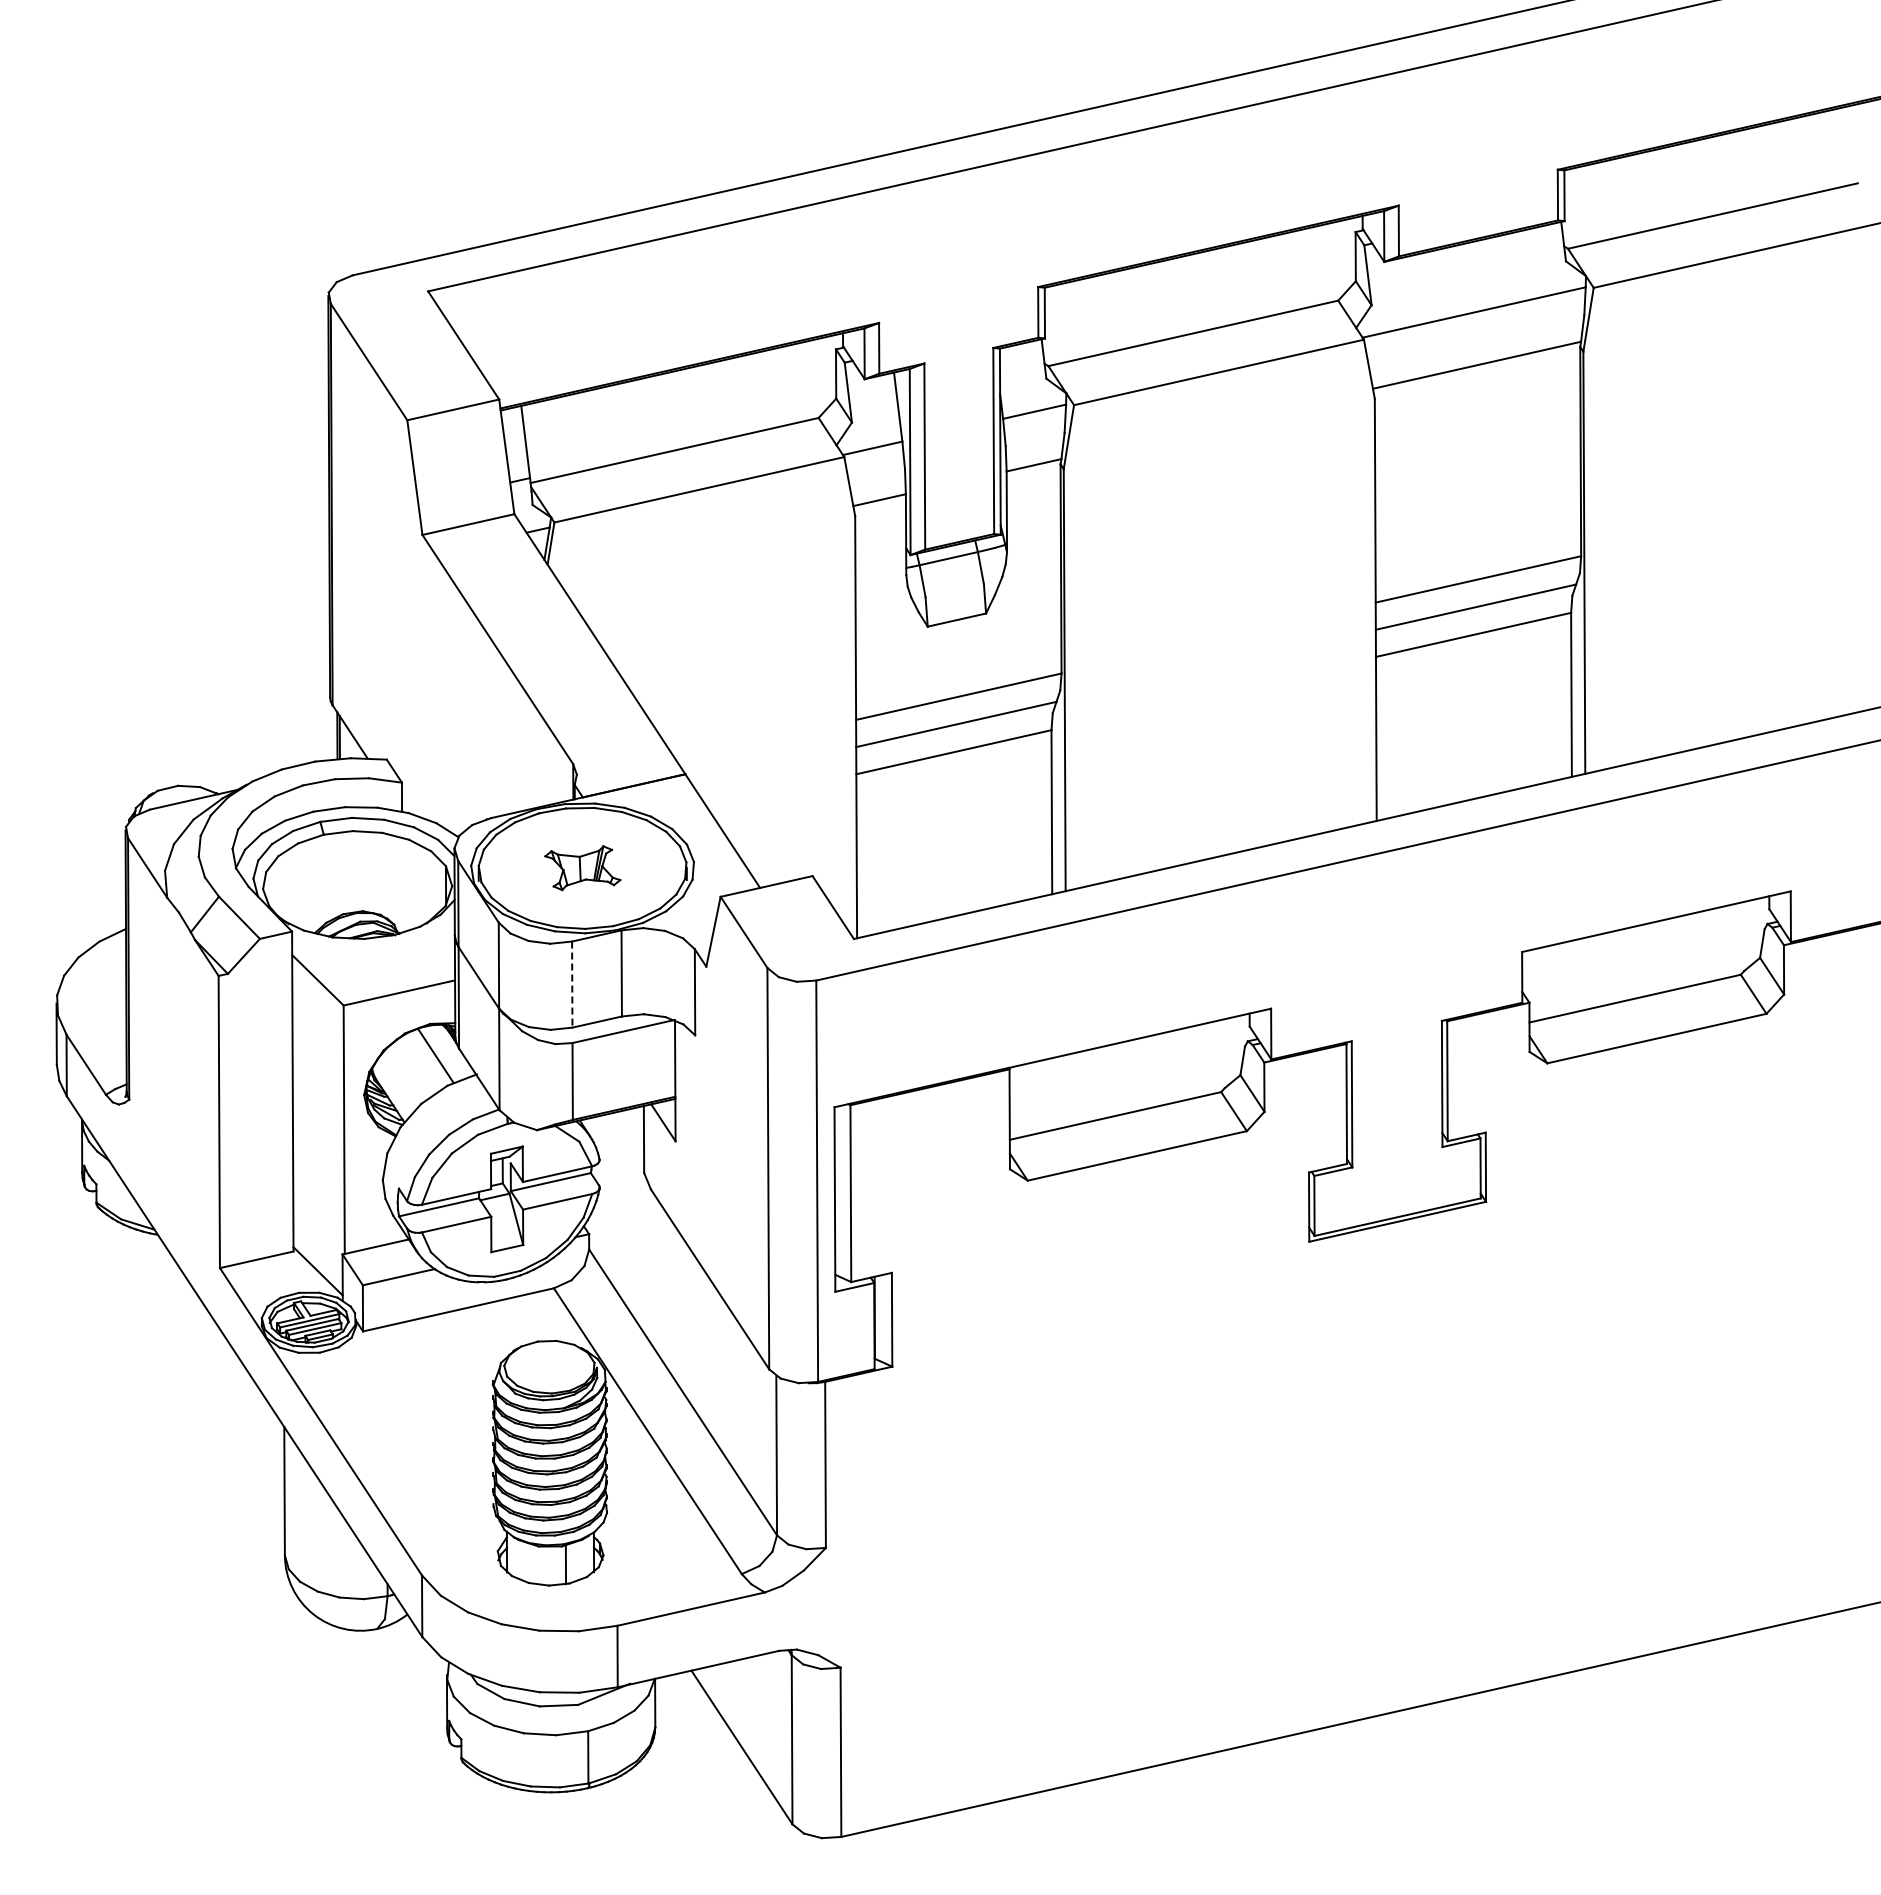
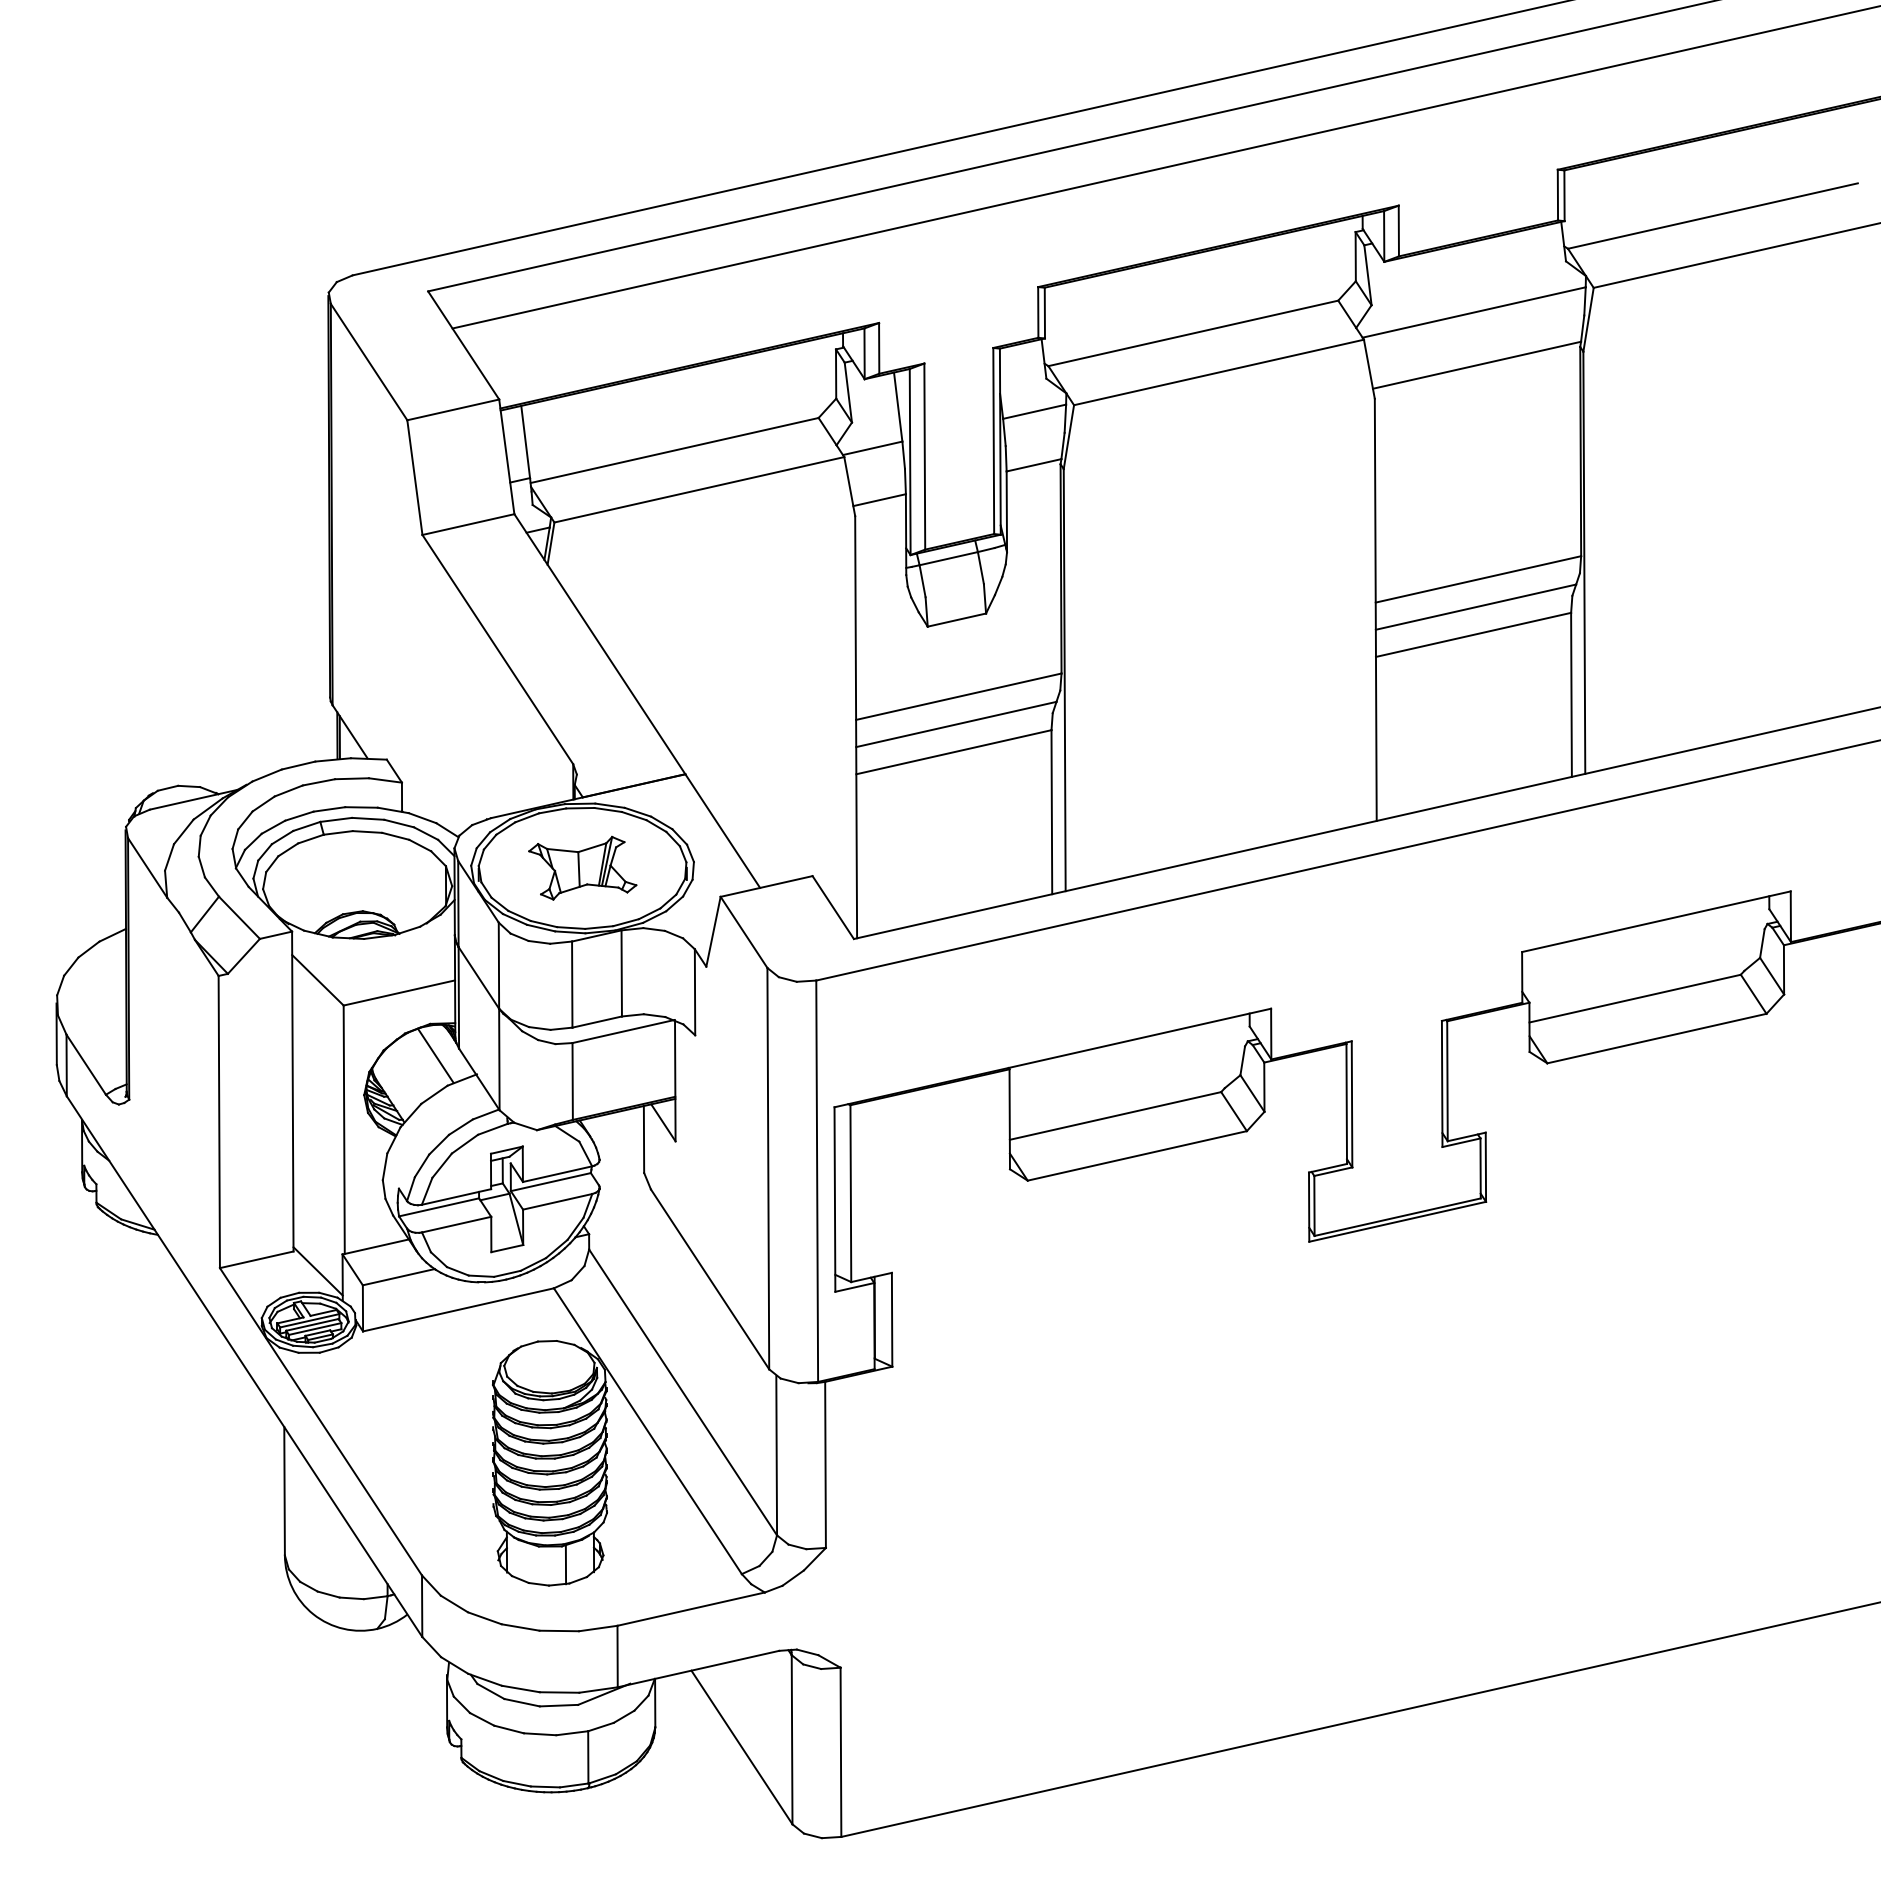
line at (1164, 167): none -> present
part at (582, 868) size: 78x47 px -> 110x66 px
line at (572, 985): dashed -> solid
